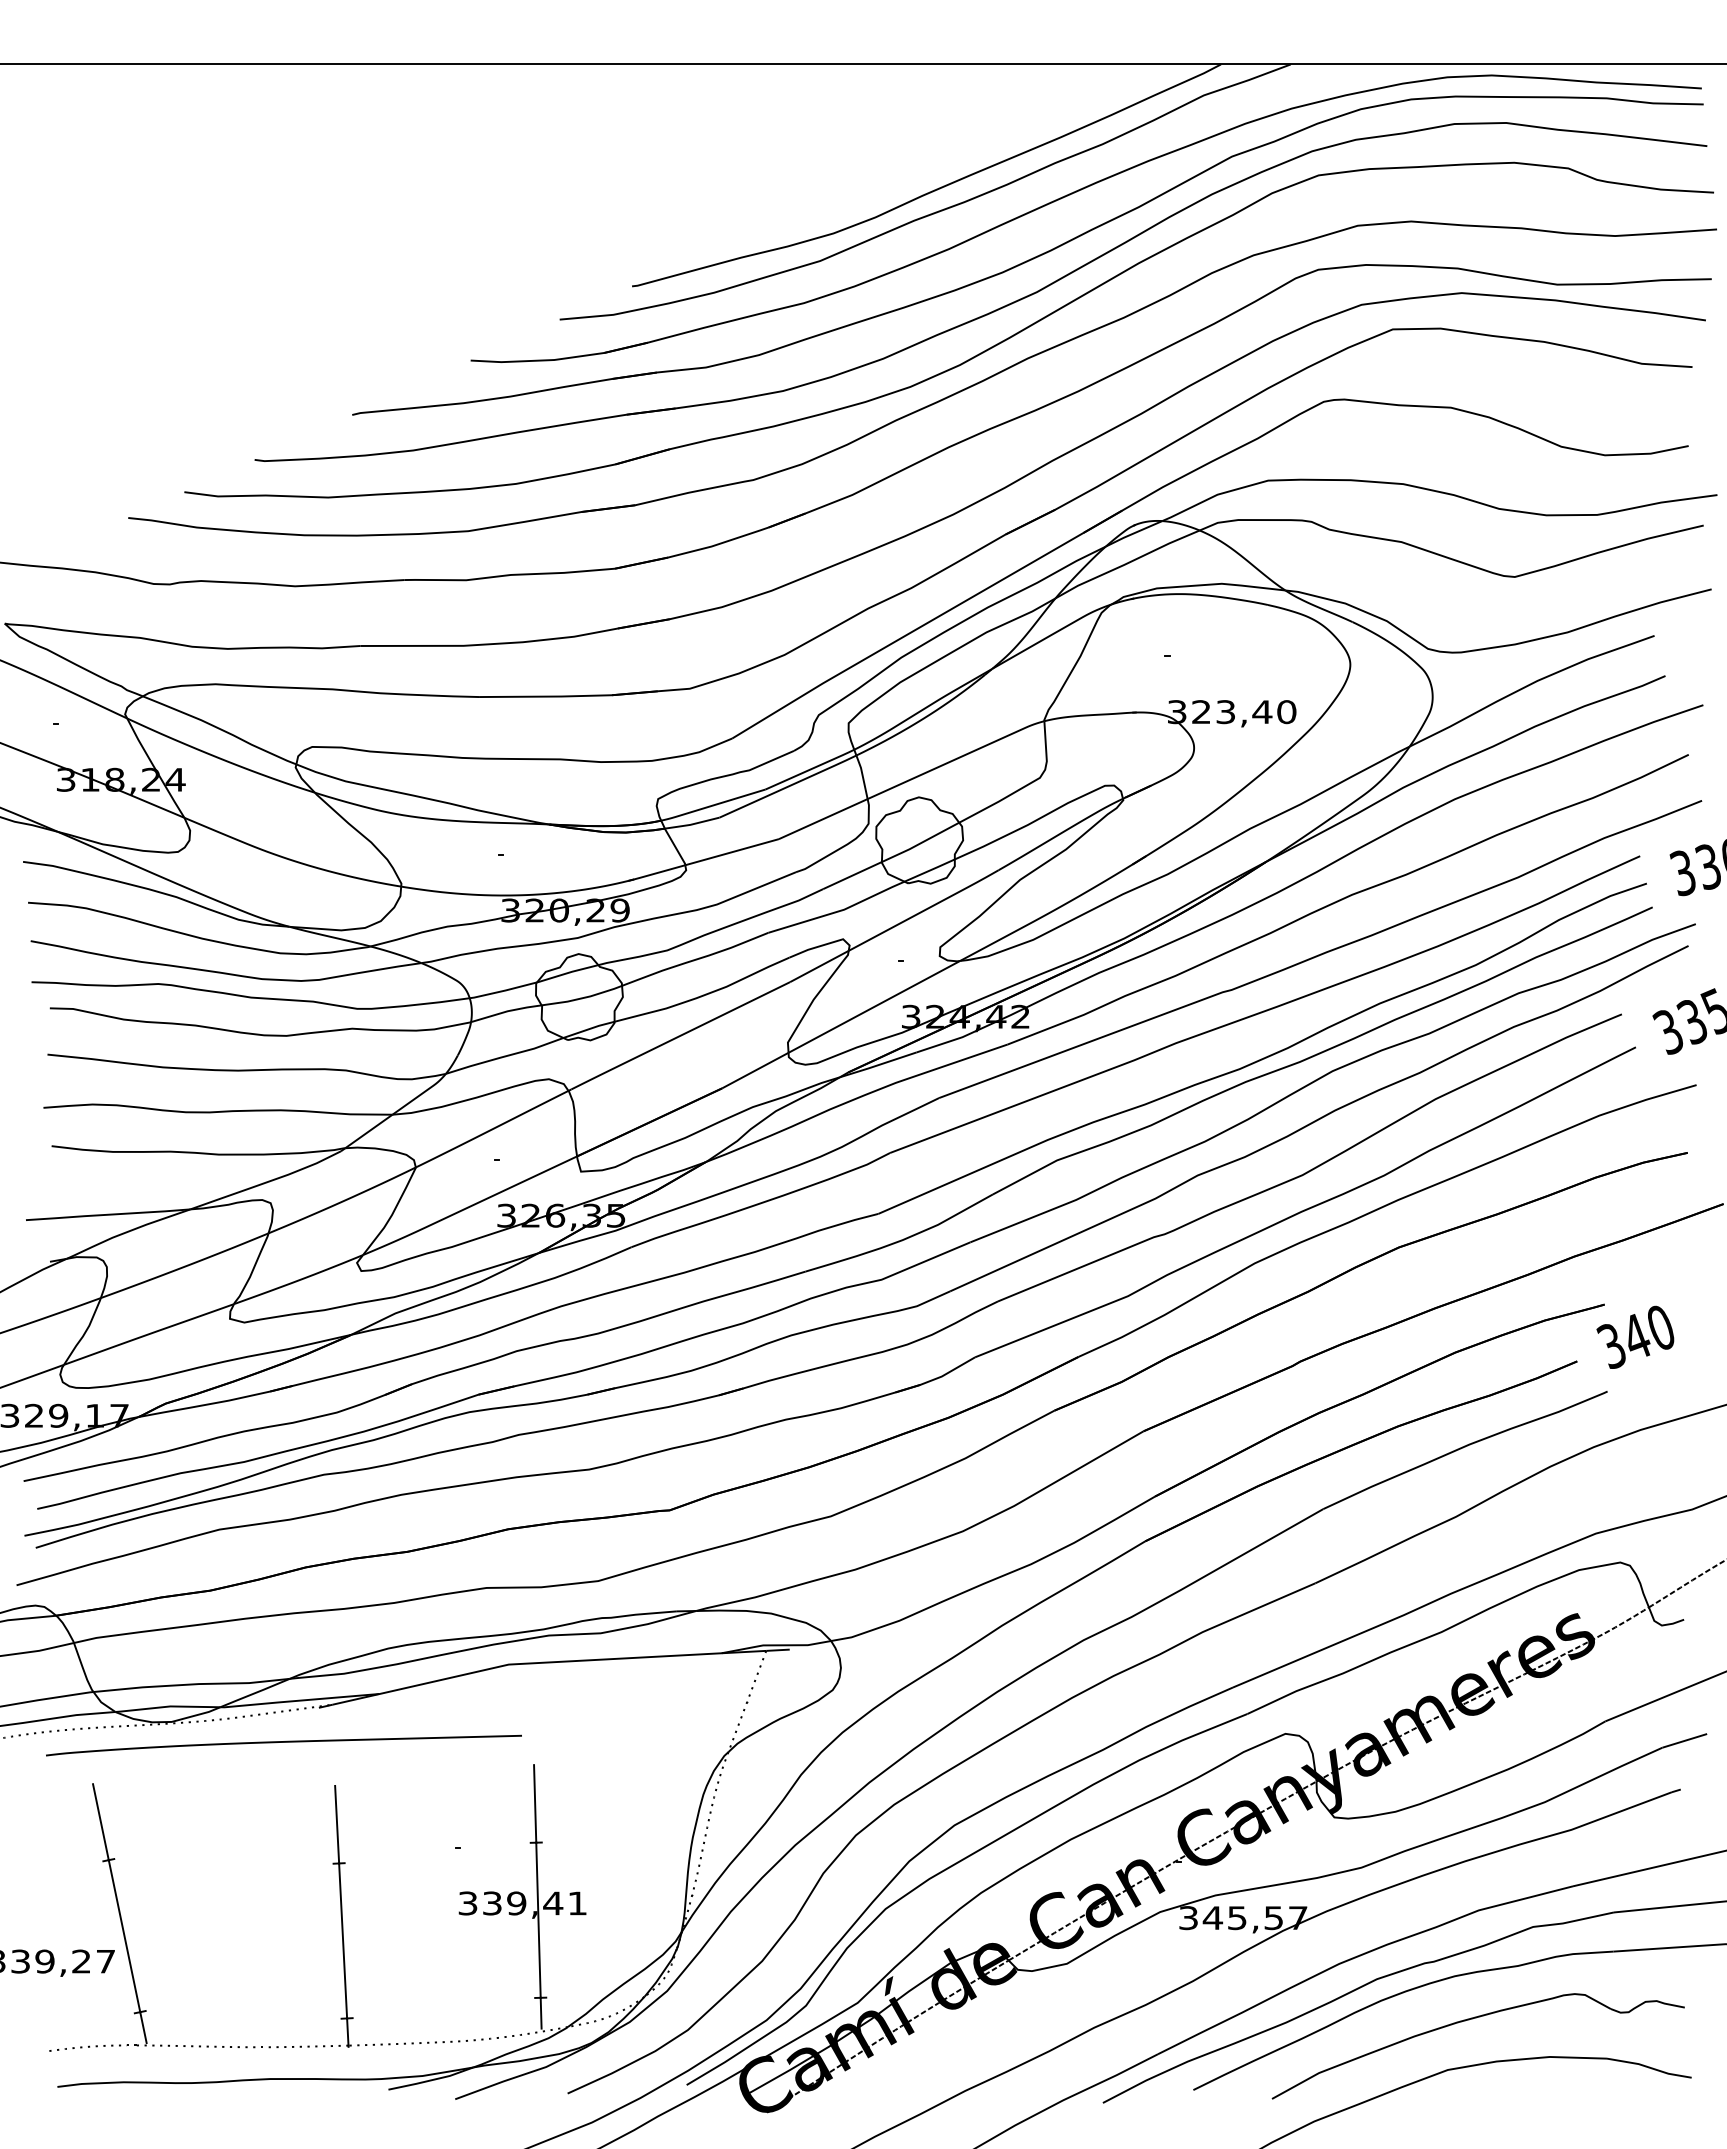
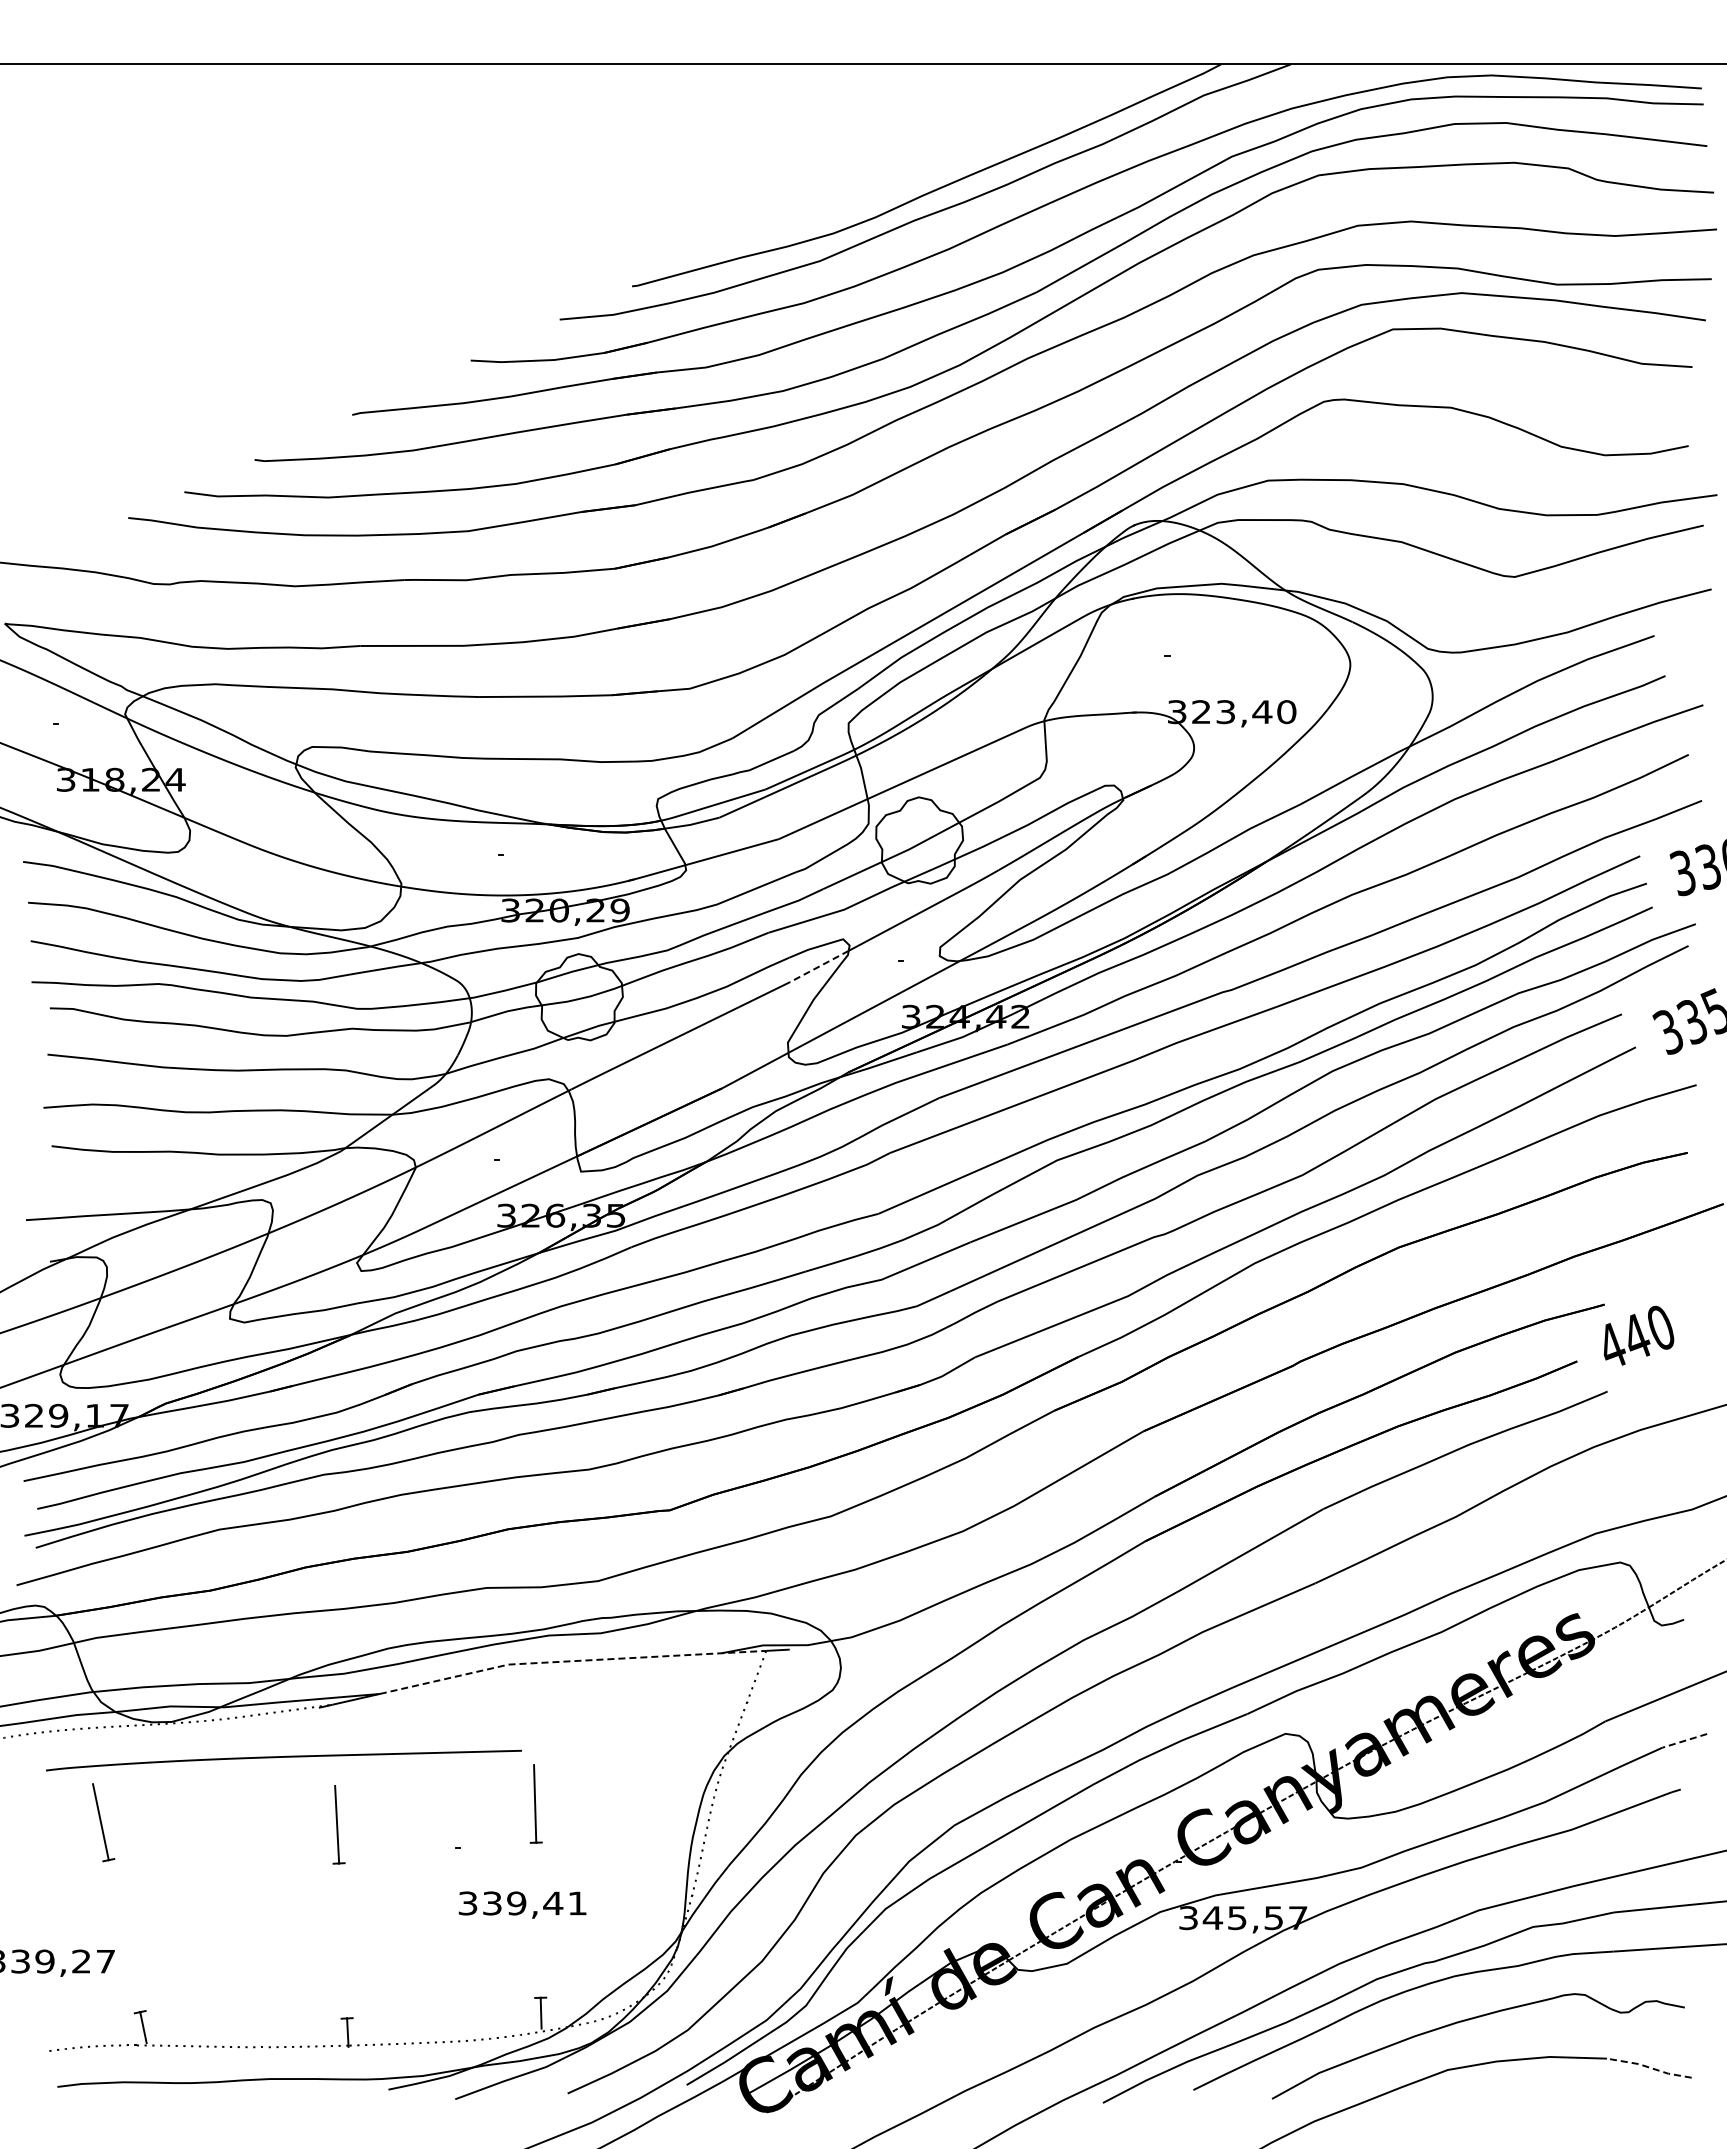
line at (819, 966): solid -> dashed
text at (1610, 1345): 340 -> 440
line at (570, 1661): solid -> dashed
line at (1684, 1741): solid -> dashed
curve at (283, 1742) position: (283, 1742) -> (283, 1757)
line at (538, 1919): present -> none
line at (124, 1936): present -> none
line at (343, 1940): present -> none
line at (1648, 2067): solid -> dashed
